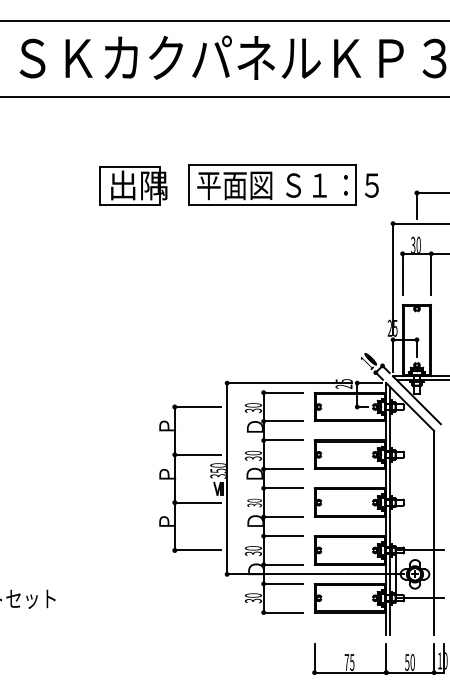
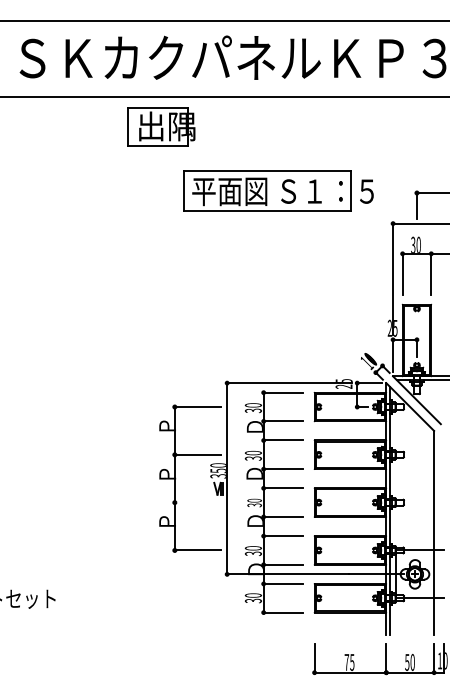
part at (283, 184) position: (283, 184) -> (278, 190)
part at (133, 185) position: (133, 185) -> (161, 126)
line at (197, 502): present -> none
